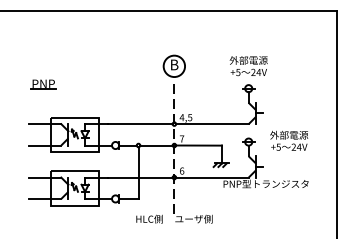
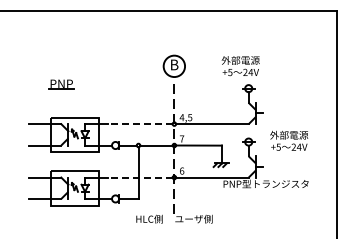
text at (248, 66) position: (248, 66) -> (240, 66)
part at (43, 84) position: (43, 84) -> (61, 84)
line at (139, 124): solid -> dashed
line at (139, 177): solid -> dashed
